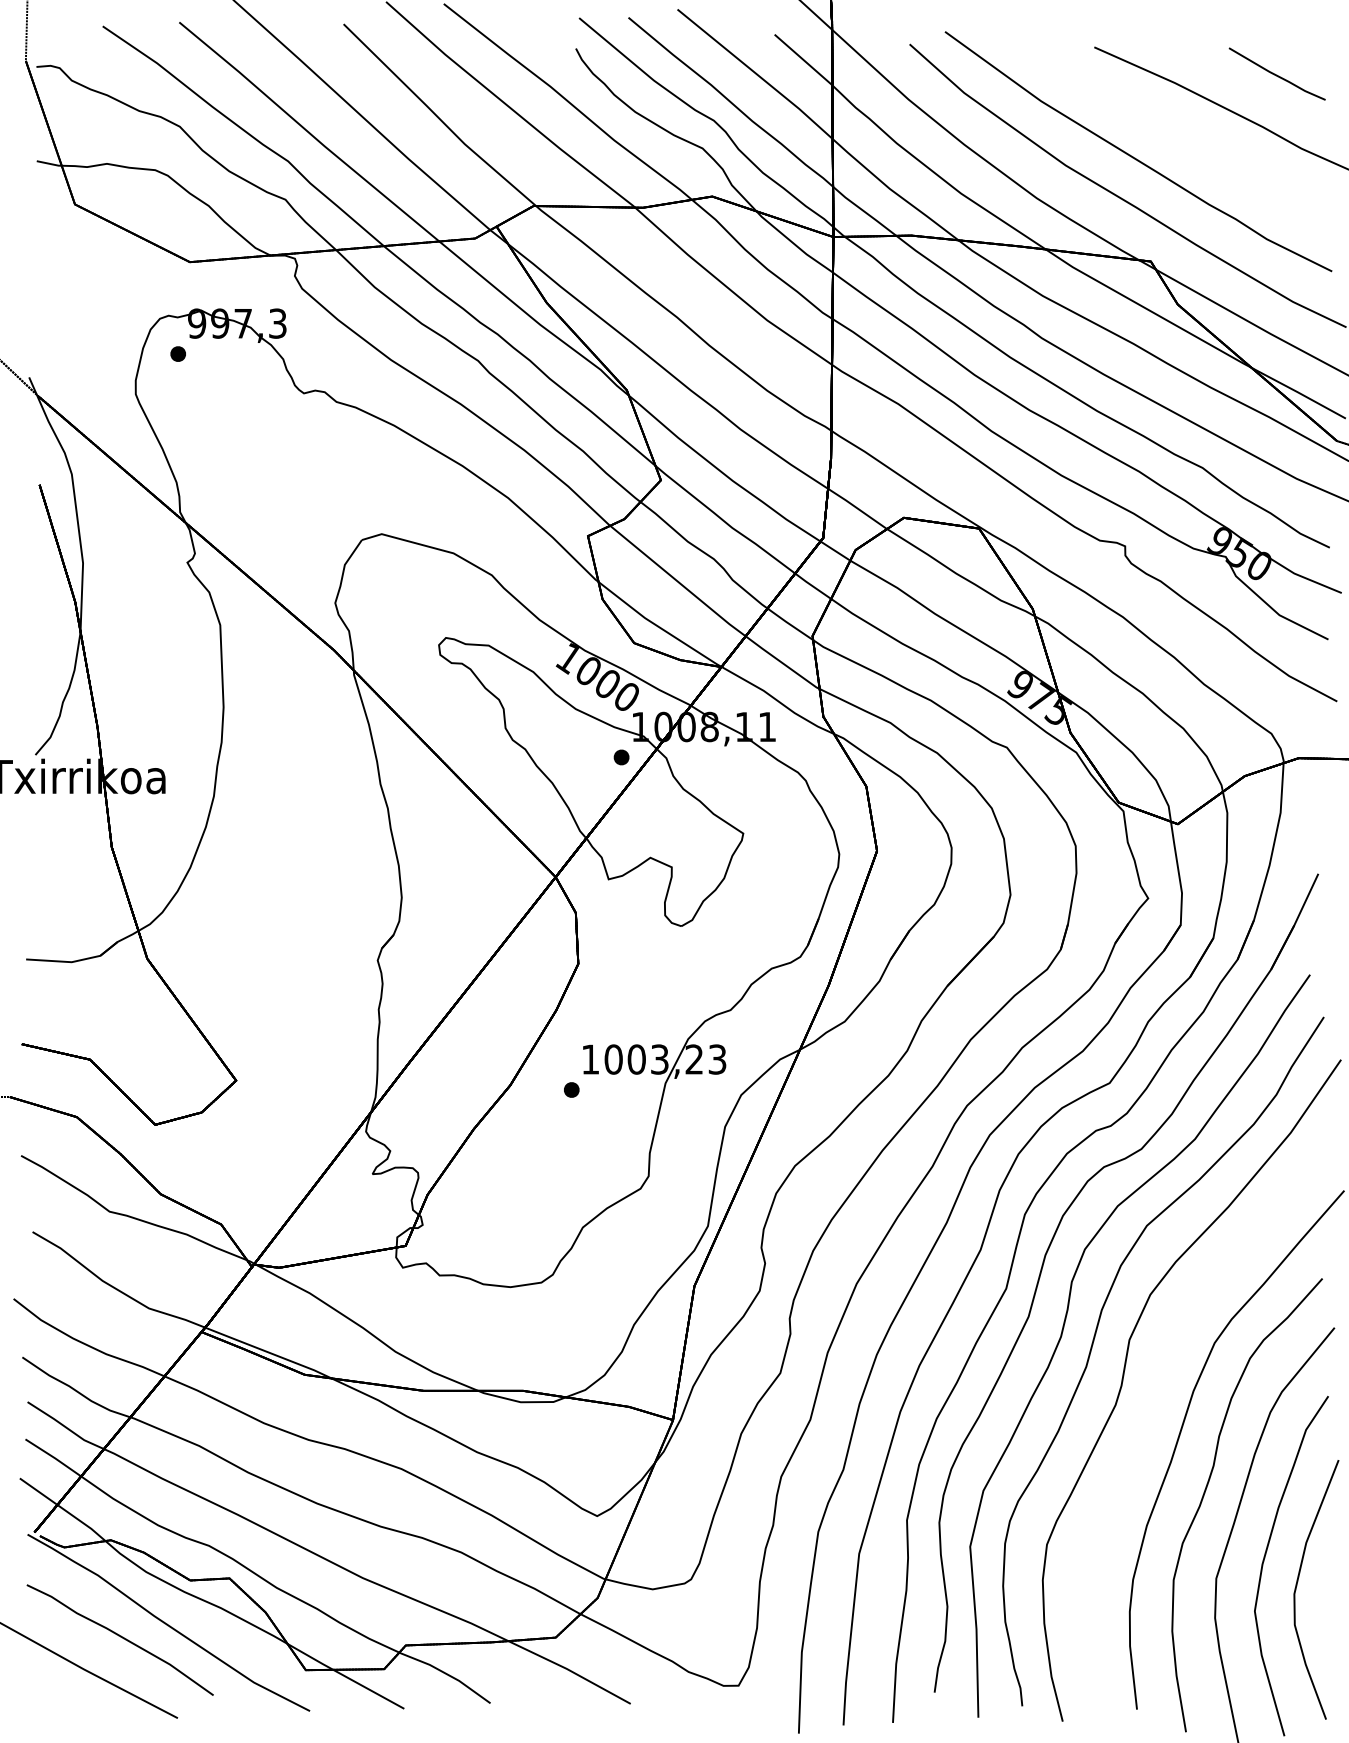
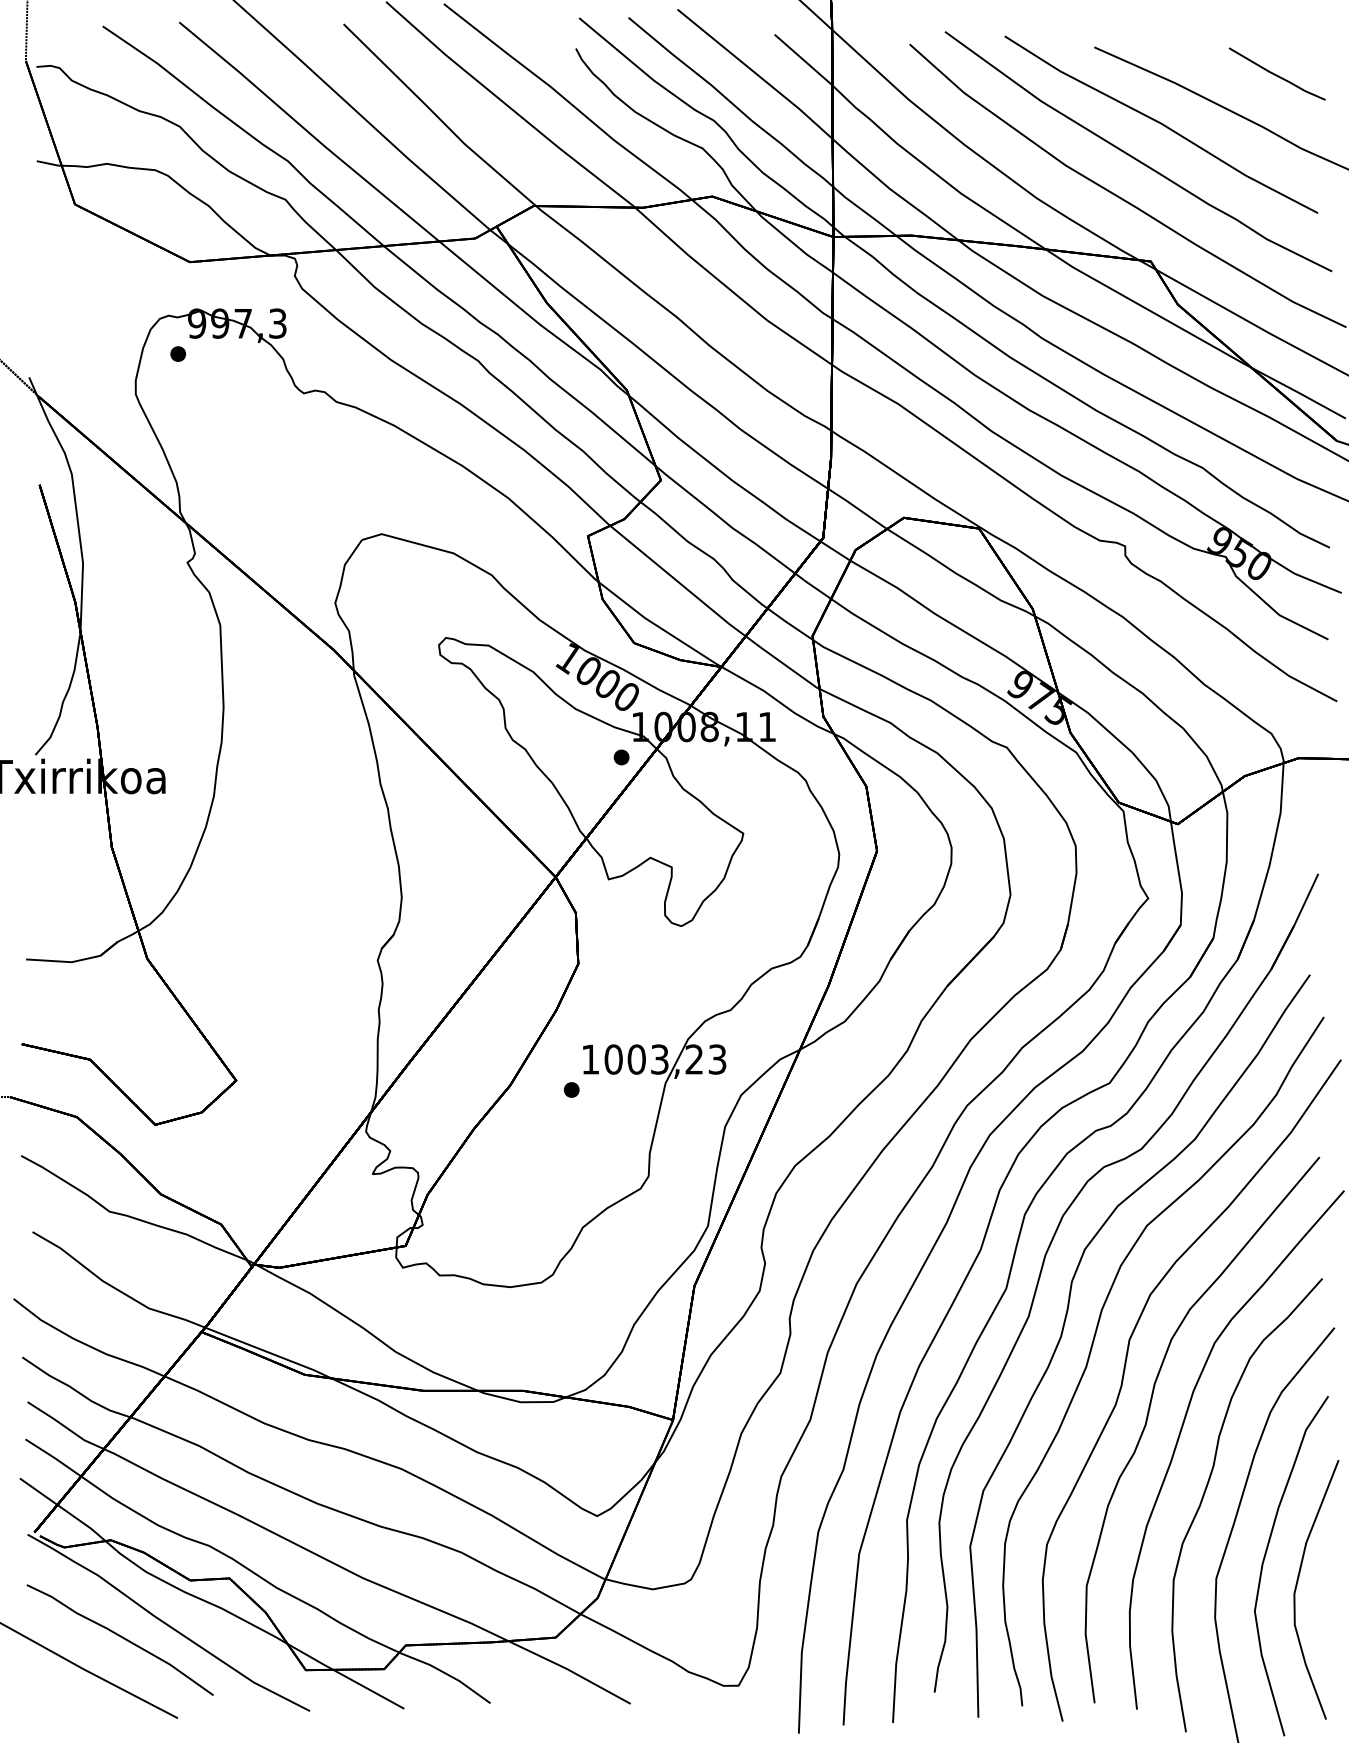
part at (1161, 124): none -> present
part at (1148, 1417): none -> present
